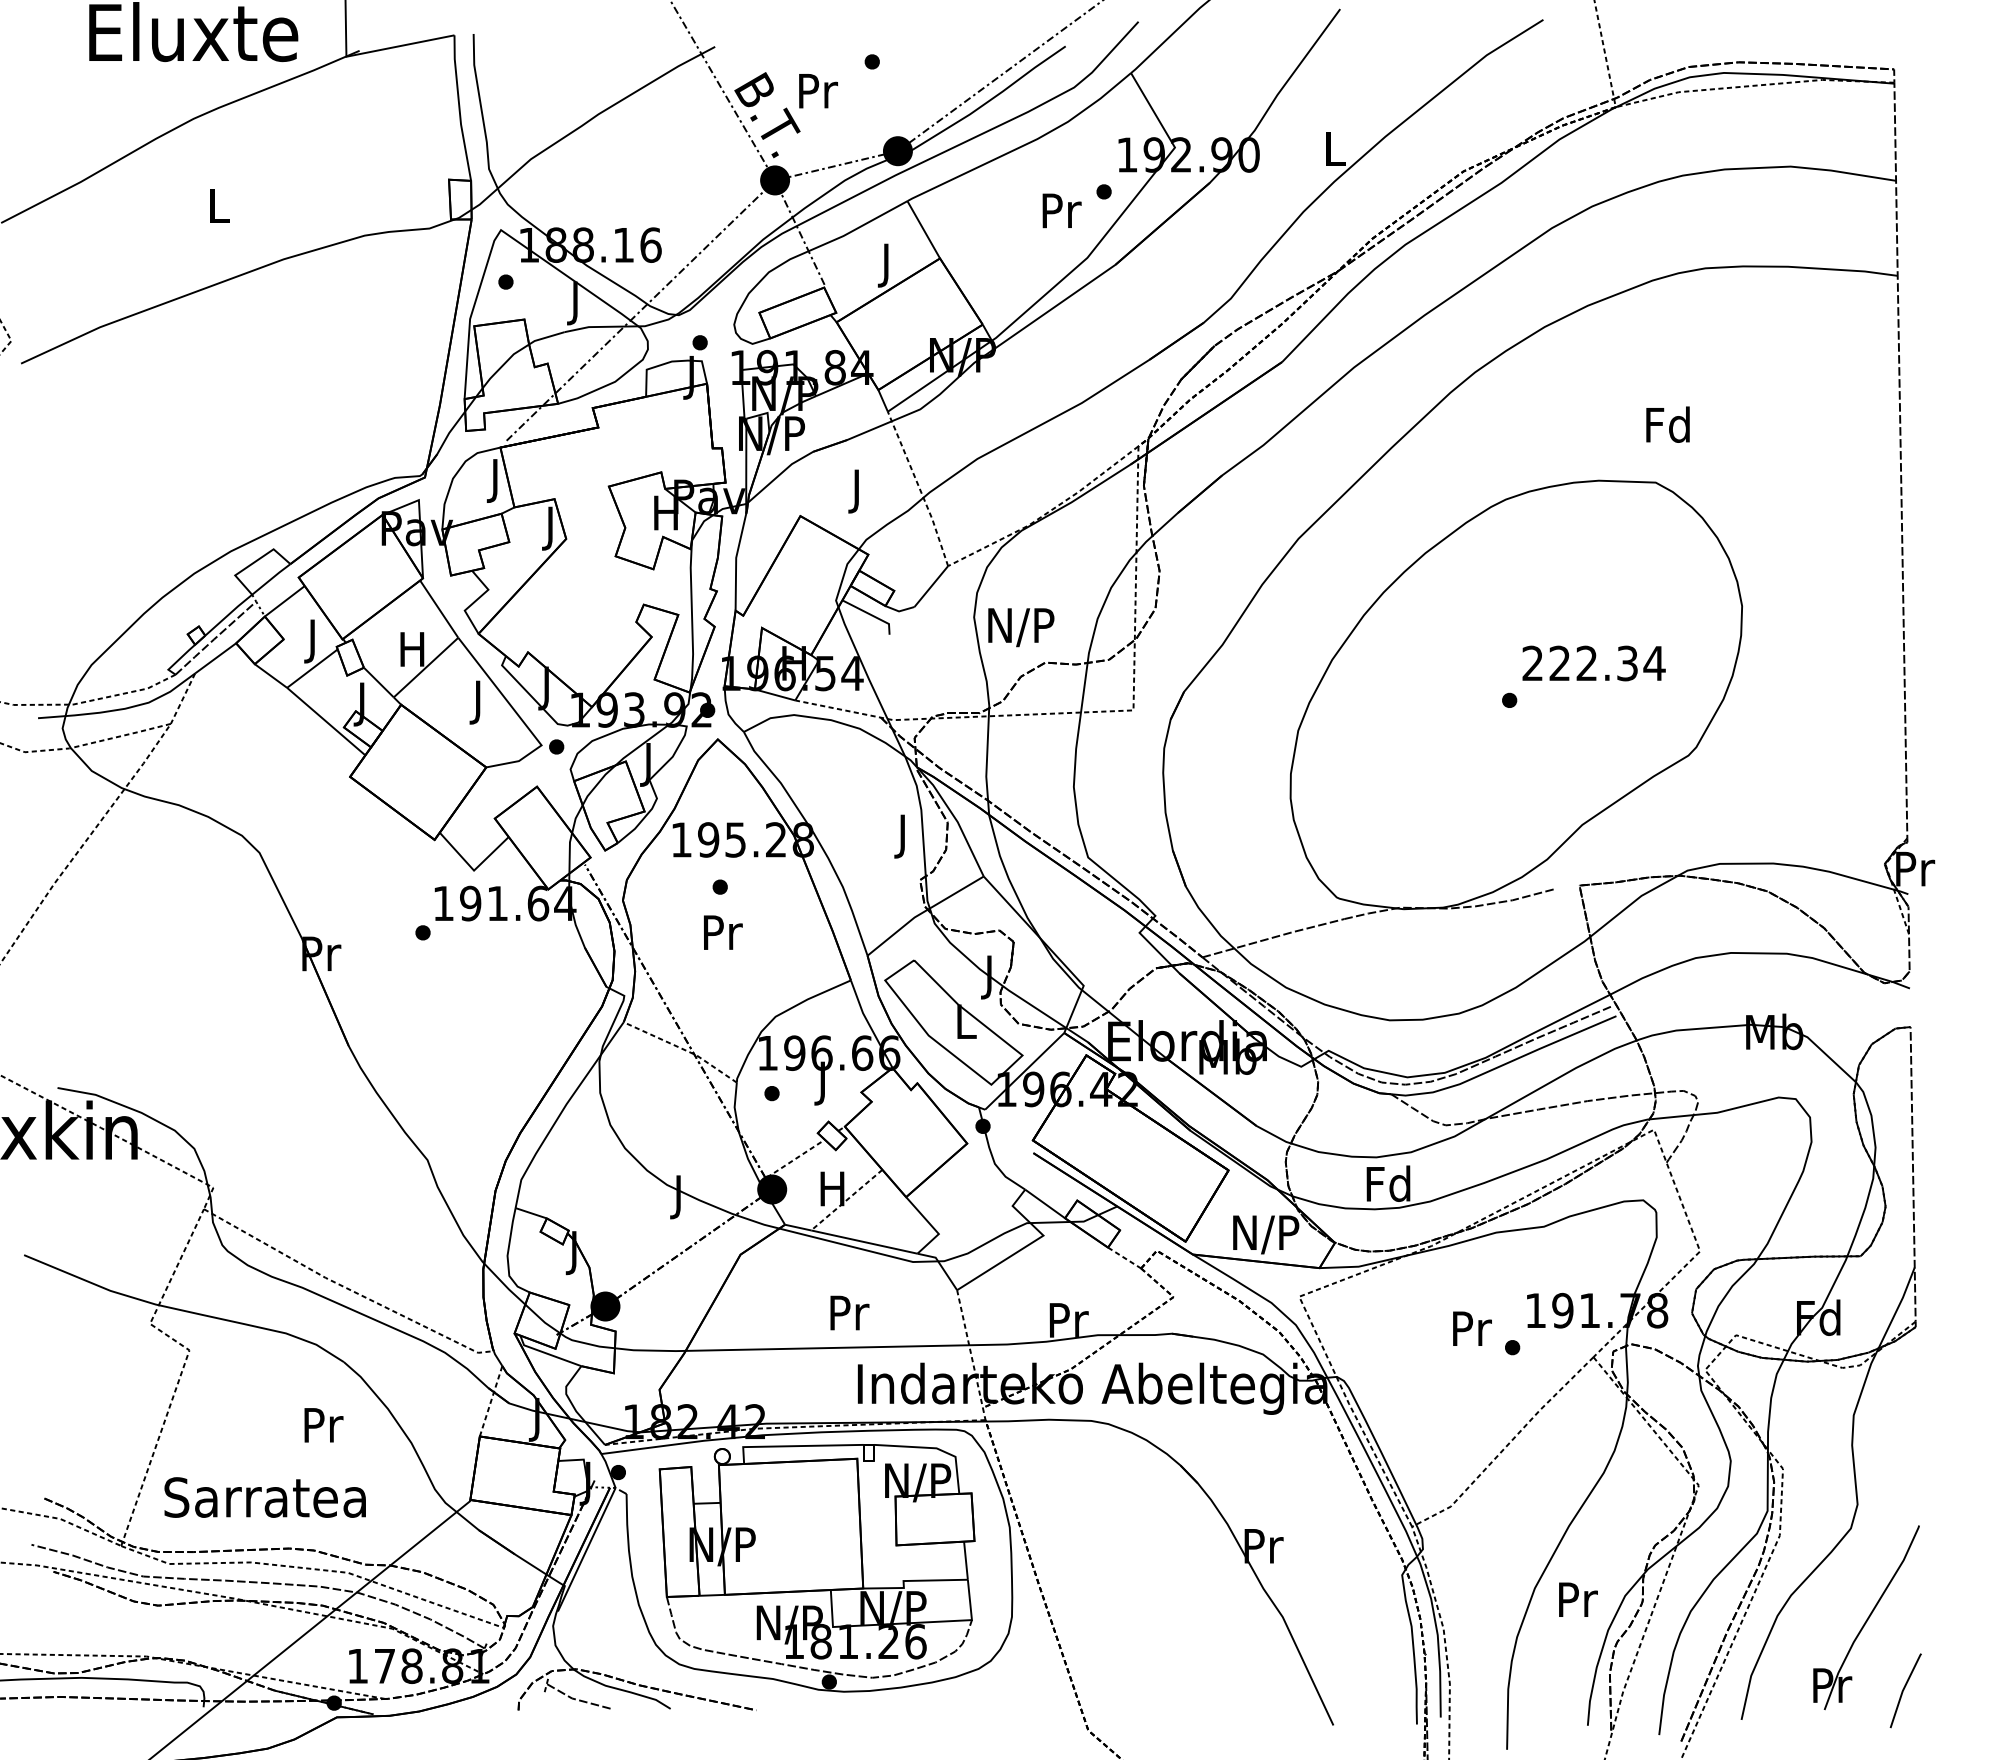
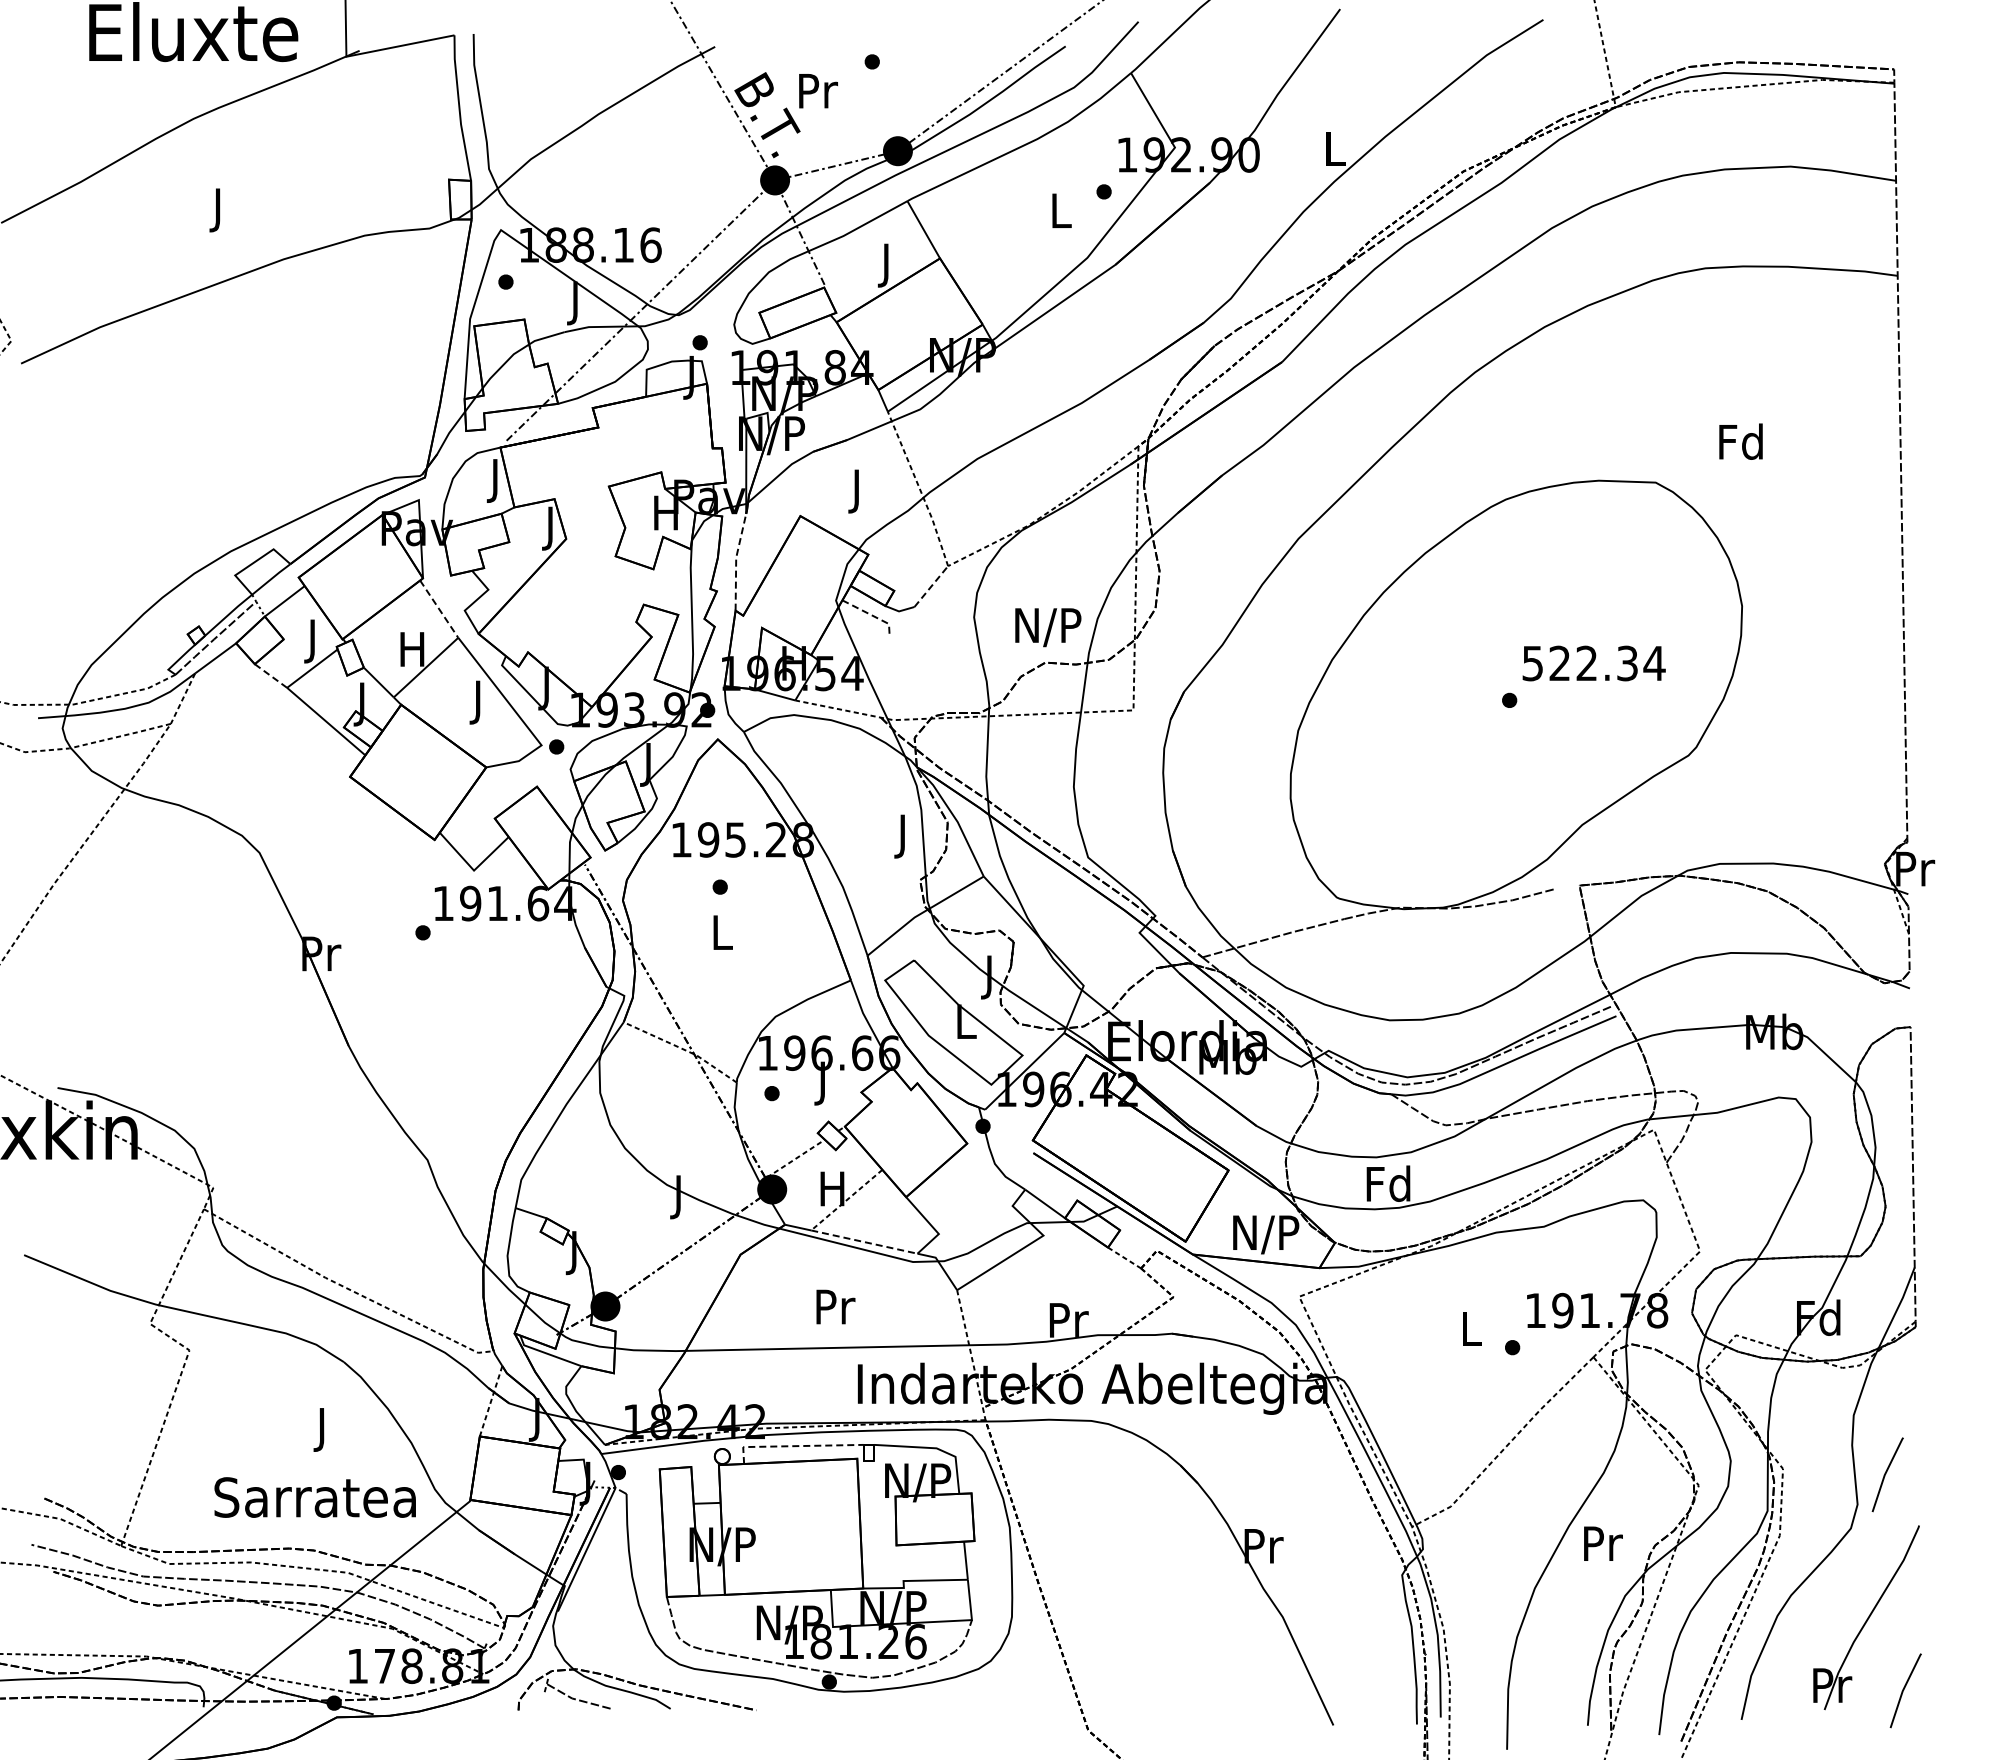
text at (219, 210): L -> J
text at (1061, 210): Pr -> L
text at (1667, 424) position: (1667, 424) -> (1740, 441)
line at (736, 560): solid -> dashed
line at (931, 586): solid -> dashed
line at (439, 609): solid -> dashed
line at (871, 615): solid -> dashed
text at (1021, 627) position: (1021, 627) -> (1048, 627)
text at (1532, 663): 222.34 -> 522.34
line at (270, 675): solid -> dashed
text at (722, 932): Pr -> L
line at (864, 1242): solid -> dashed
text at (849, 1312) position: (849, 1312) -> (835, 1306)
text at (1472, 1328): Pr -> L
text at (323, 1429): Pr -> J
line at (794, 1446): solid -> dashed
line at (1886, 1474): none -> present
text at (264, 1497) position: (264, 1497) -> (314, 1497)
text at (1578, 1599) position: (1578, 1599) -> (1603, 1543)
